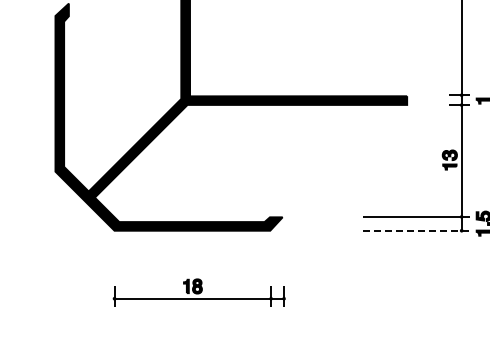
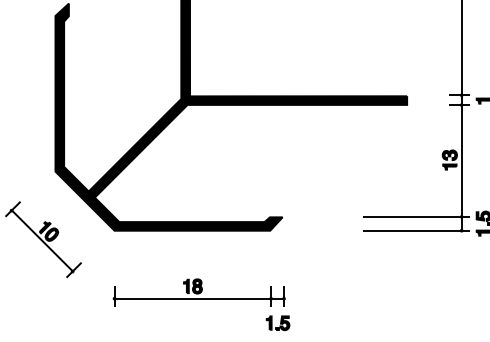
line at (416, 230): dashed -> solid
part at (43, 239): none -> present
part at (277, 322): none -> present
